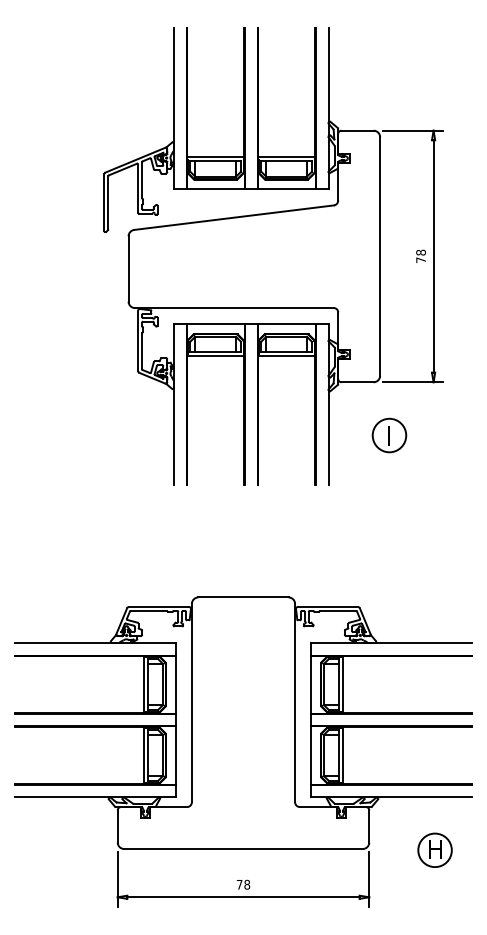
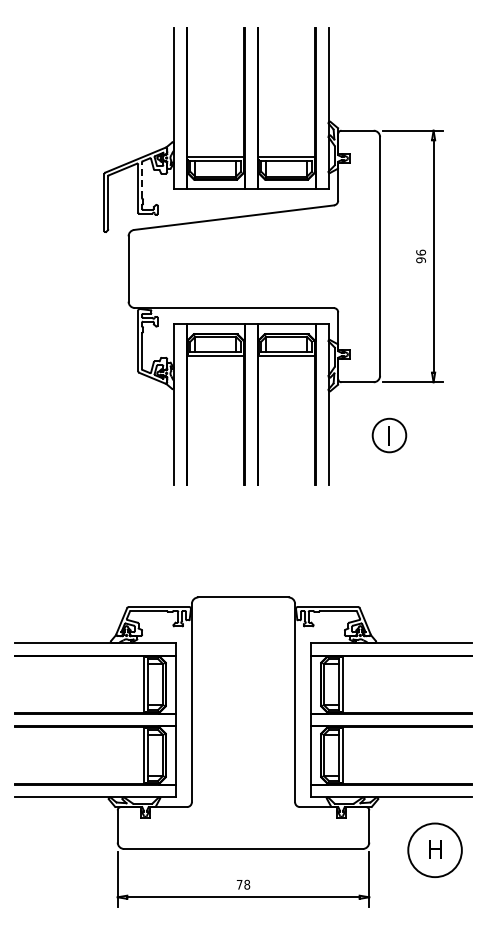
line at (142, 180): solid -> dashed
text at (420, 256): 78 -> 96
circle at (434, 850) diameter: 34 px -> 54 px
